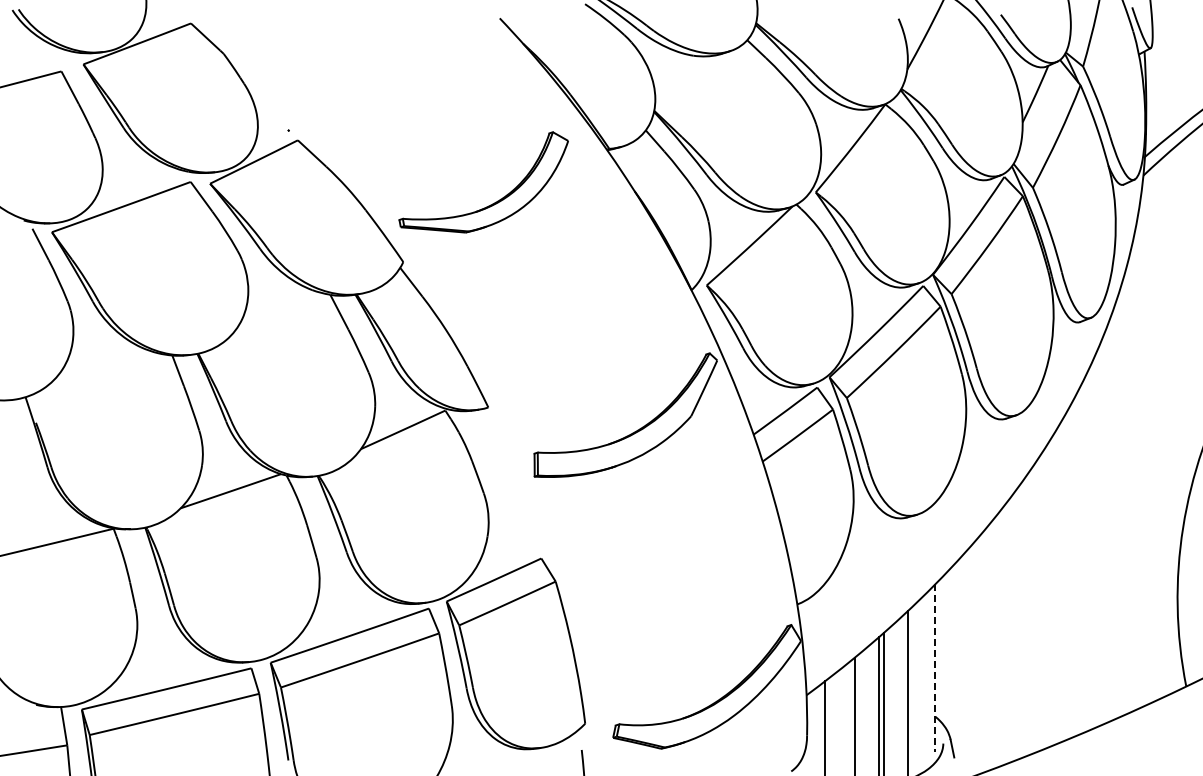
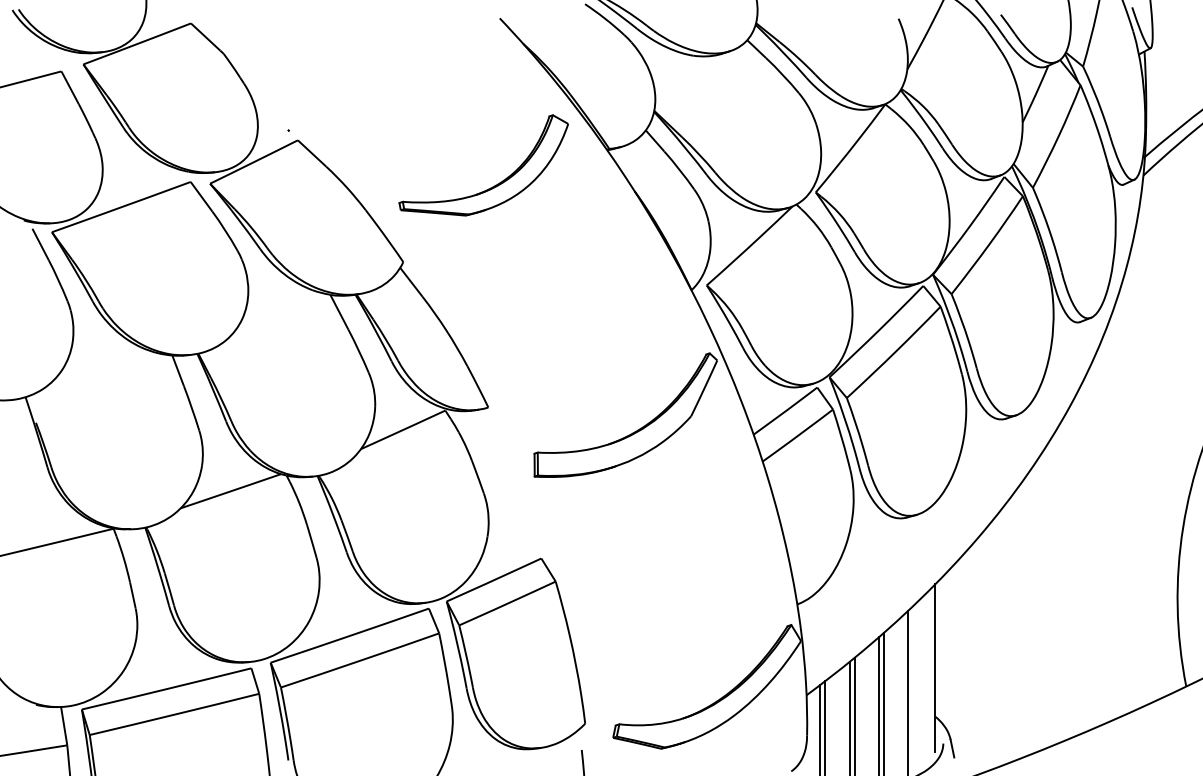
part at (497, 200) position: (497, 200) -> (497, 183)
line at (935, 668): dashed -> solid
line at (849, 717): none -> present
line at (820, 728): none -> present
